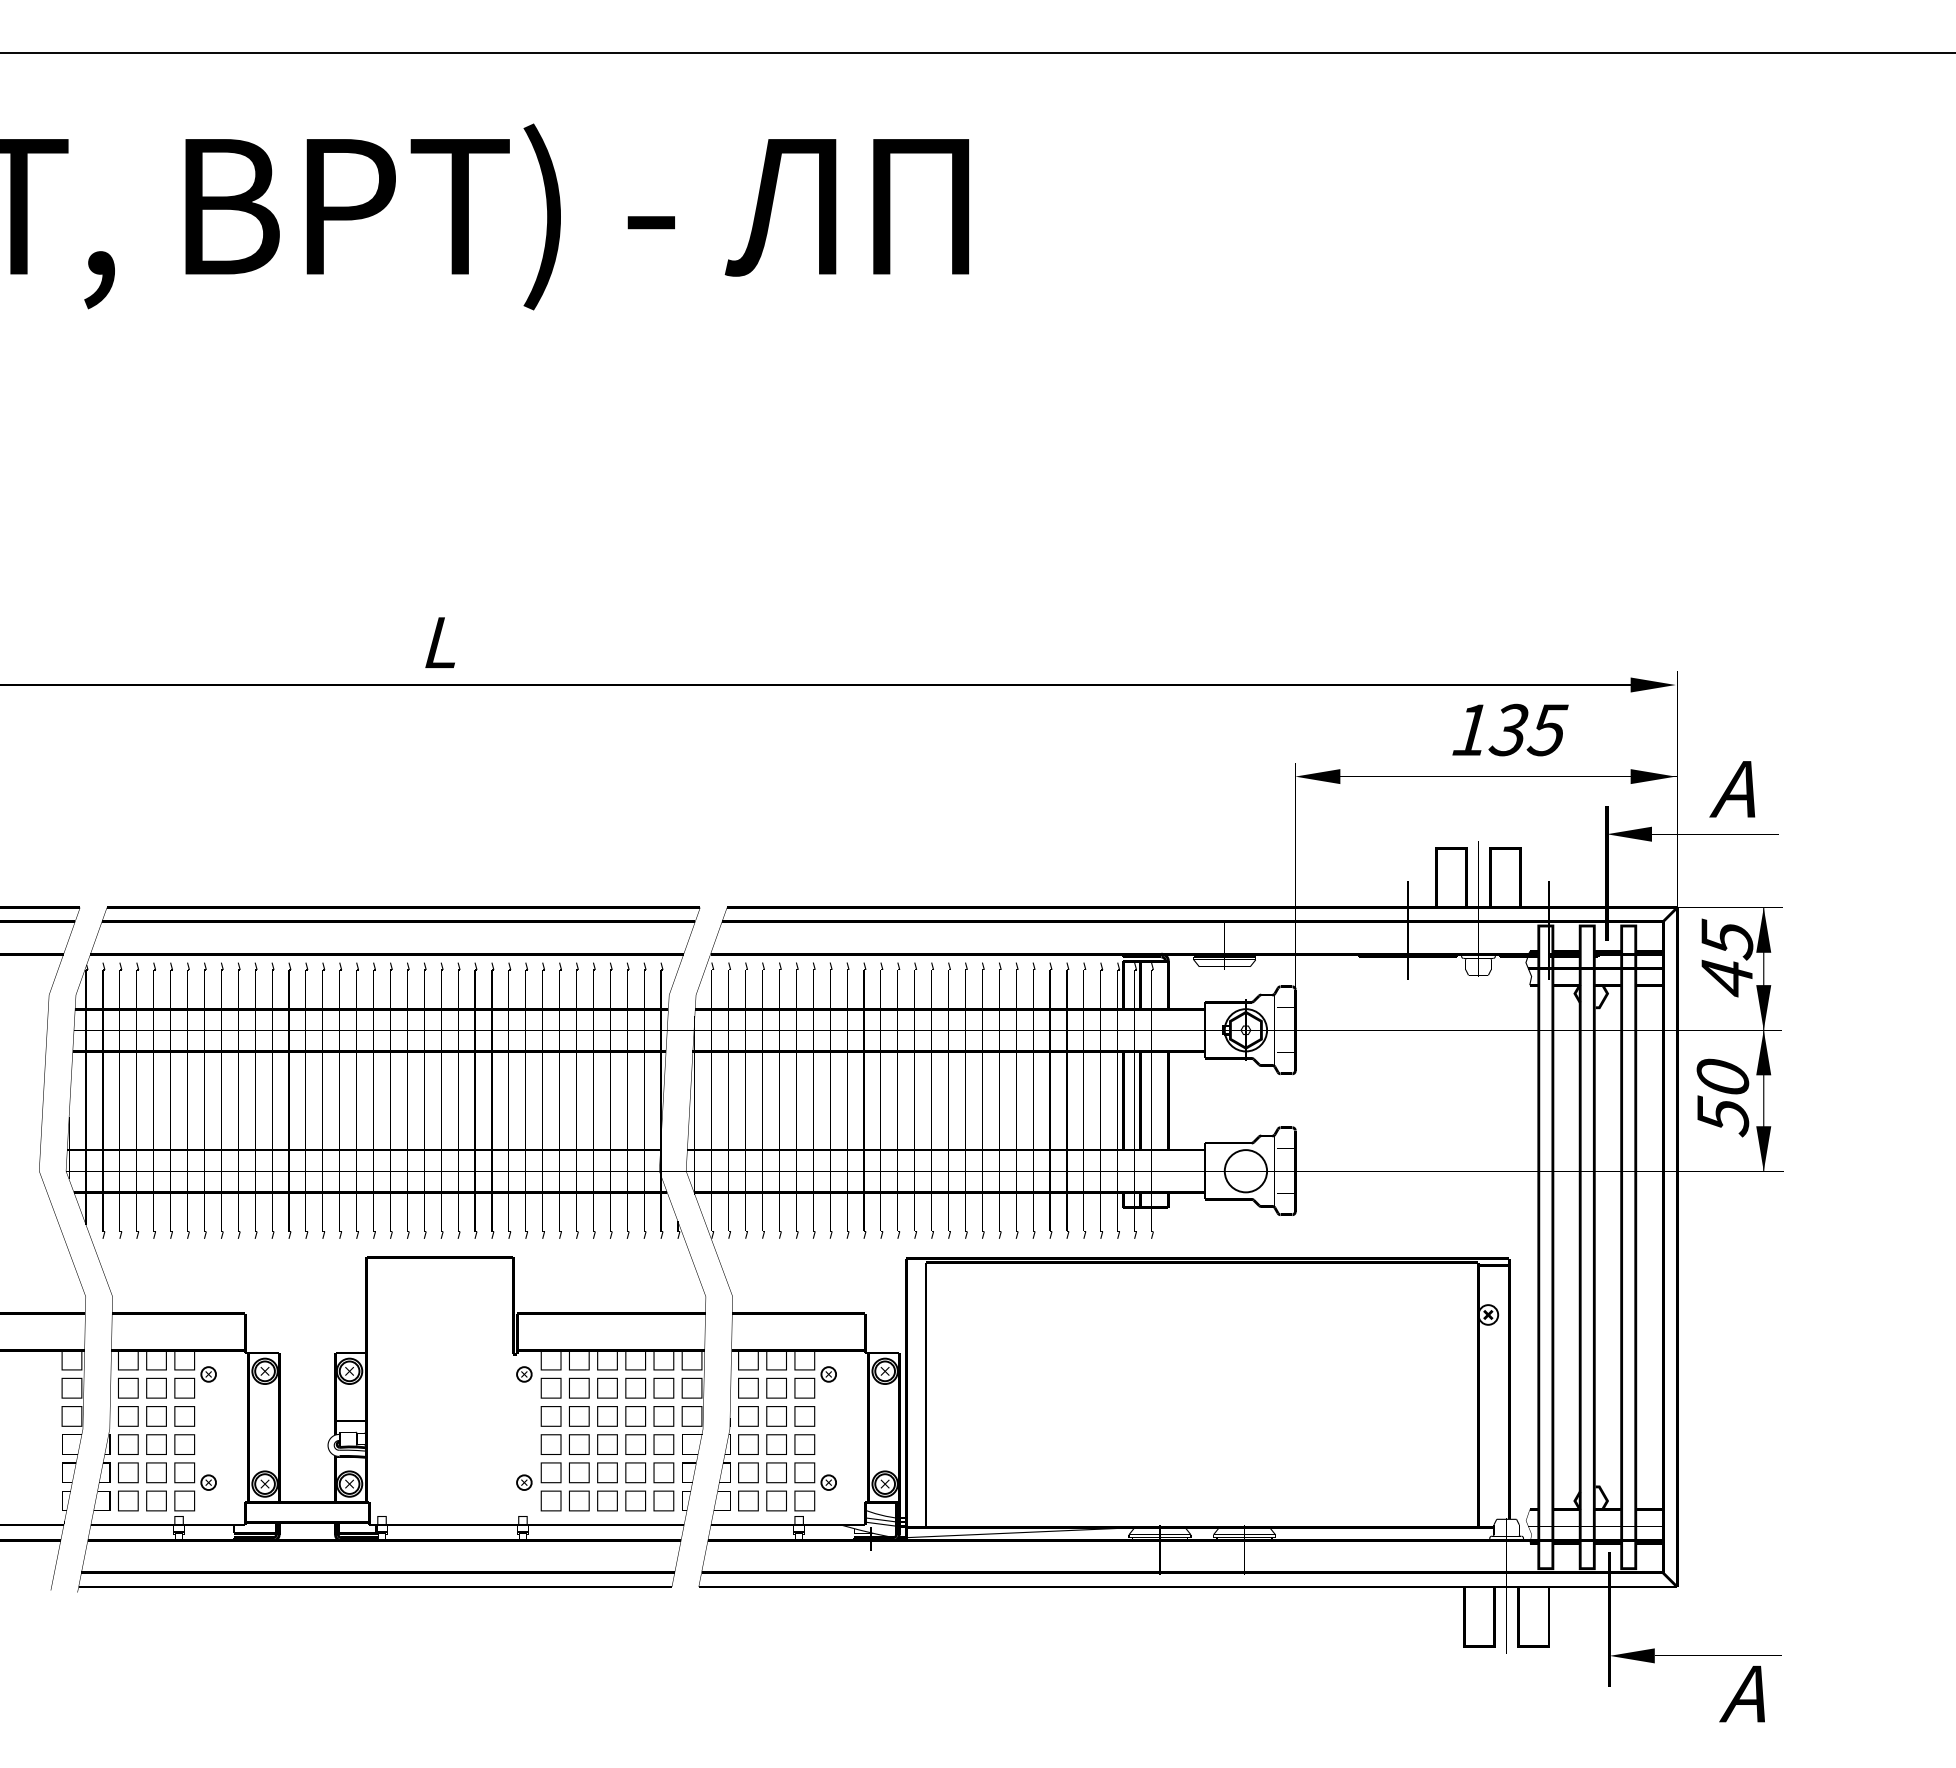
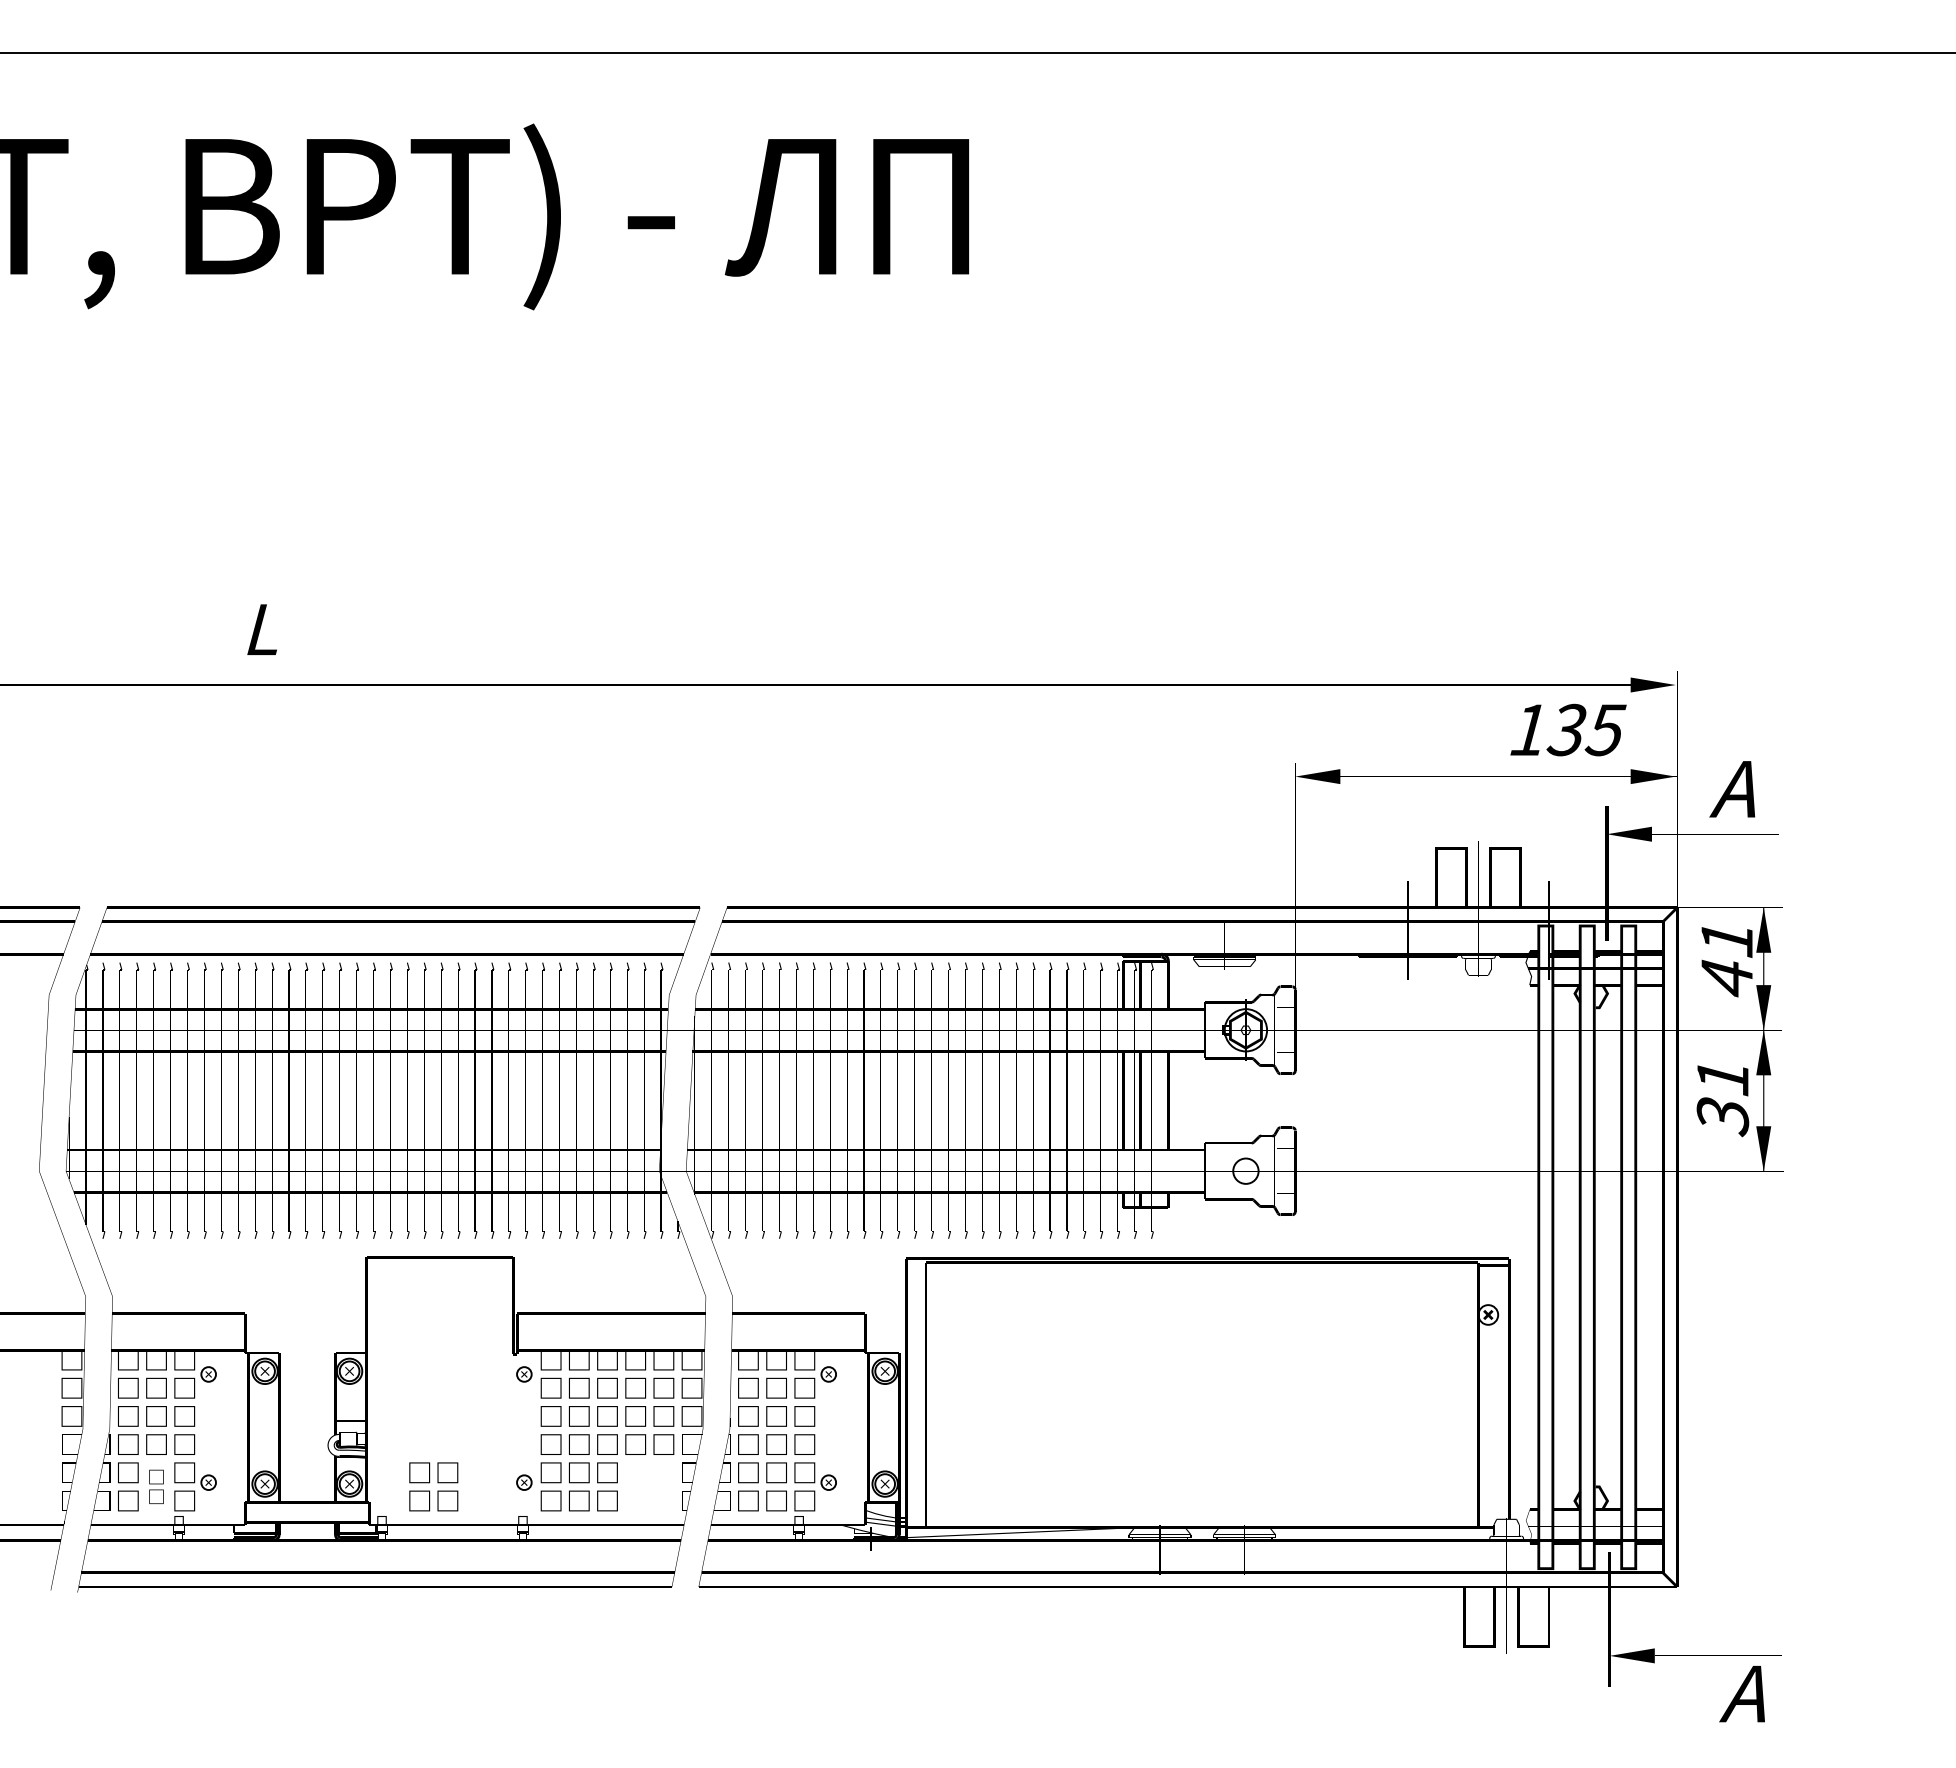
text at (439, 642) position: (439, 642) -> (261, 629)
text at (1510, 729) position: (1510, 729) -> (1568, 729)
text at (1727, 939): 45 -> 41
text at (1722, 1097): 50 -> 31
circle at (1245, 1171) diameter: 42 px -> 25 px
part at (156, 1486) size: 21x50 px -> 15x35 px
part at (649, 1486) position: (649, 1486) -> (433, 1486)
